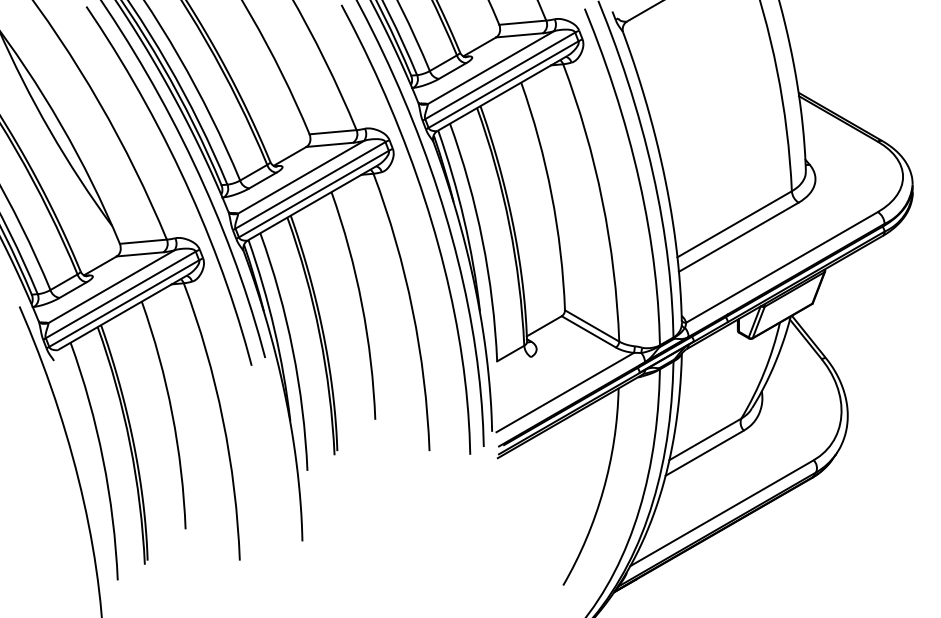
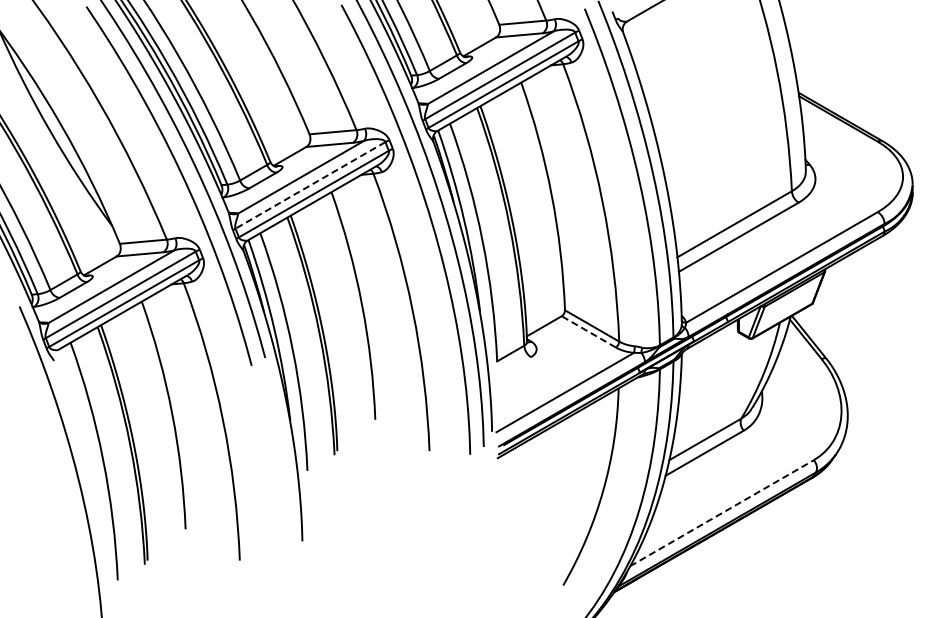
line at (310, 185): solid -> dashed
line at (588, 331): solid -> dashed
line at (721, 513): solid -> dashed
